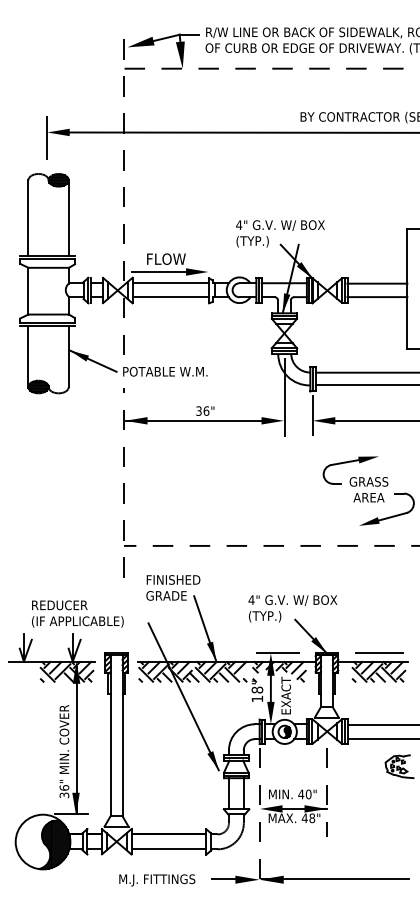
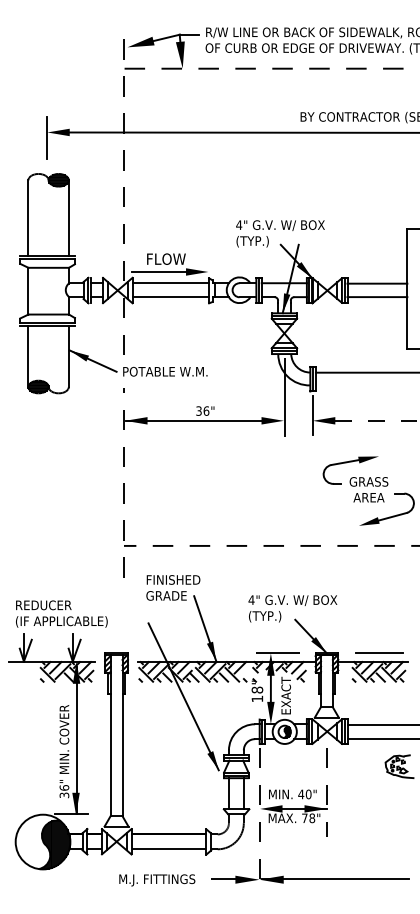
line at (365, 385): present -> none
line at (377, 420): solid -> dashed
text at (77, 613) position: (77, 613) -> (61, 613)
text at (304, 817): 48" -> 78"
